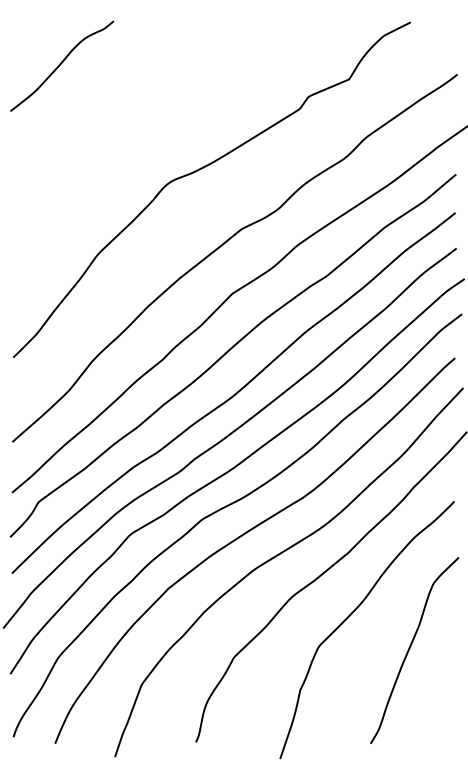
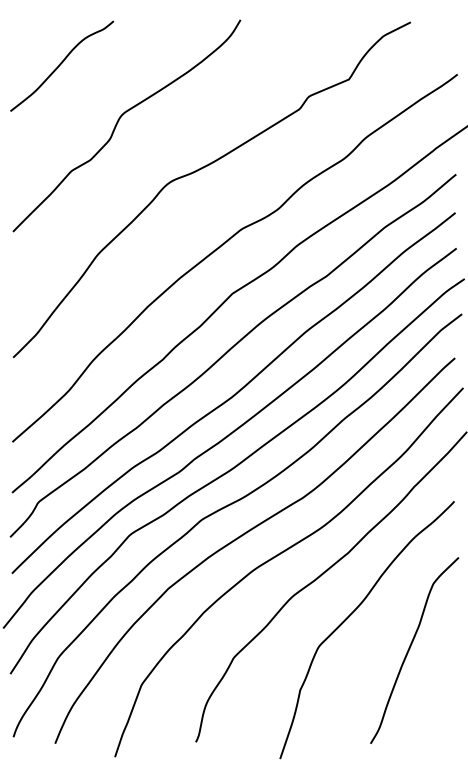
curve at (118, 122): none -> present
